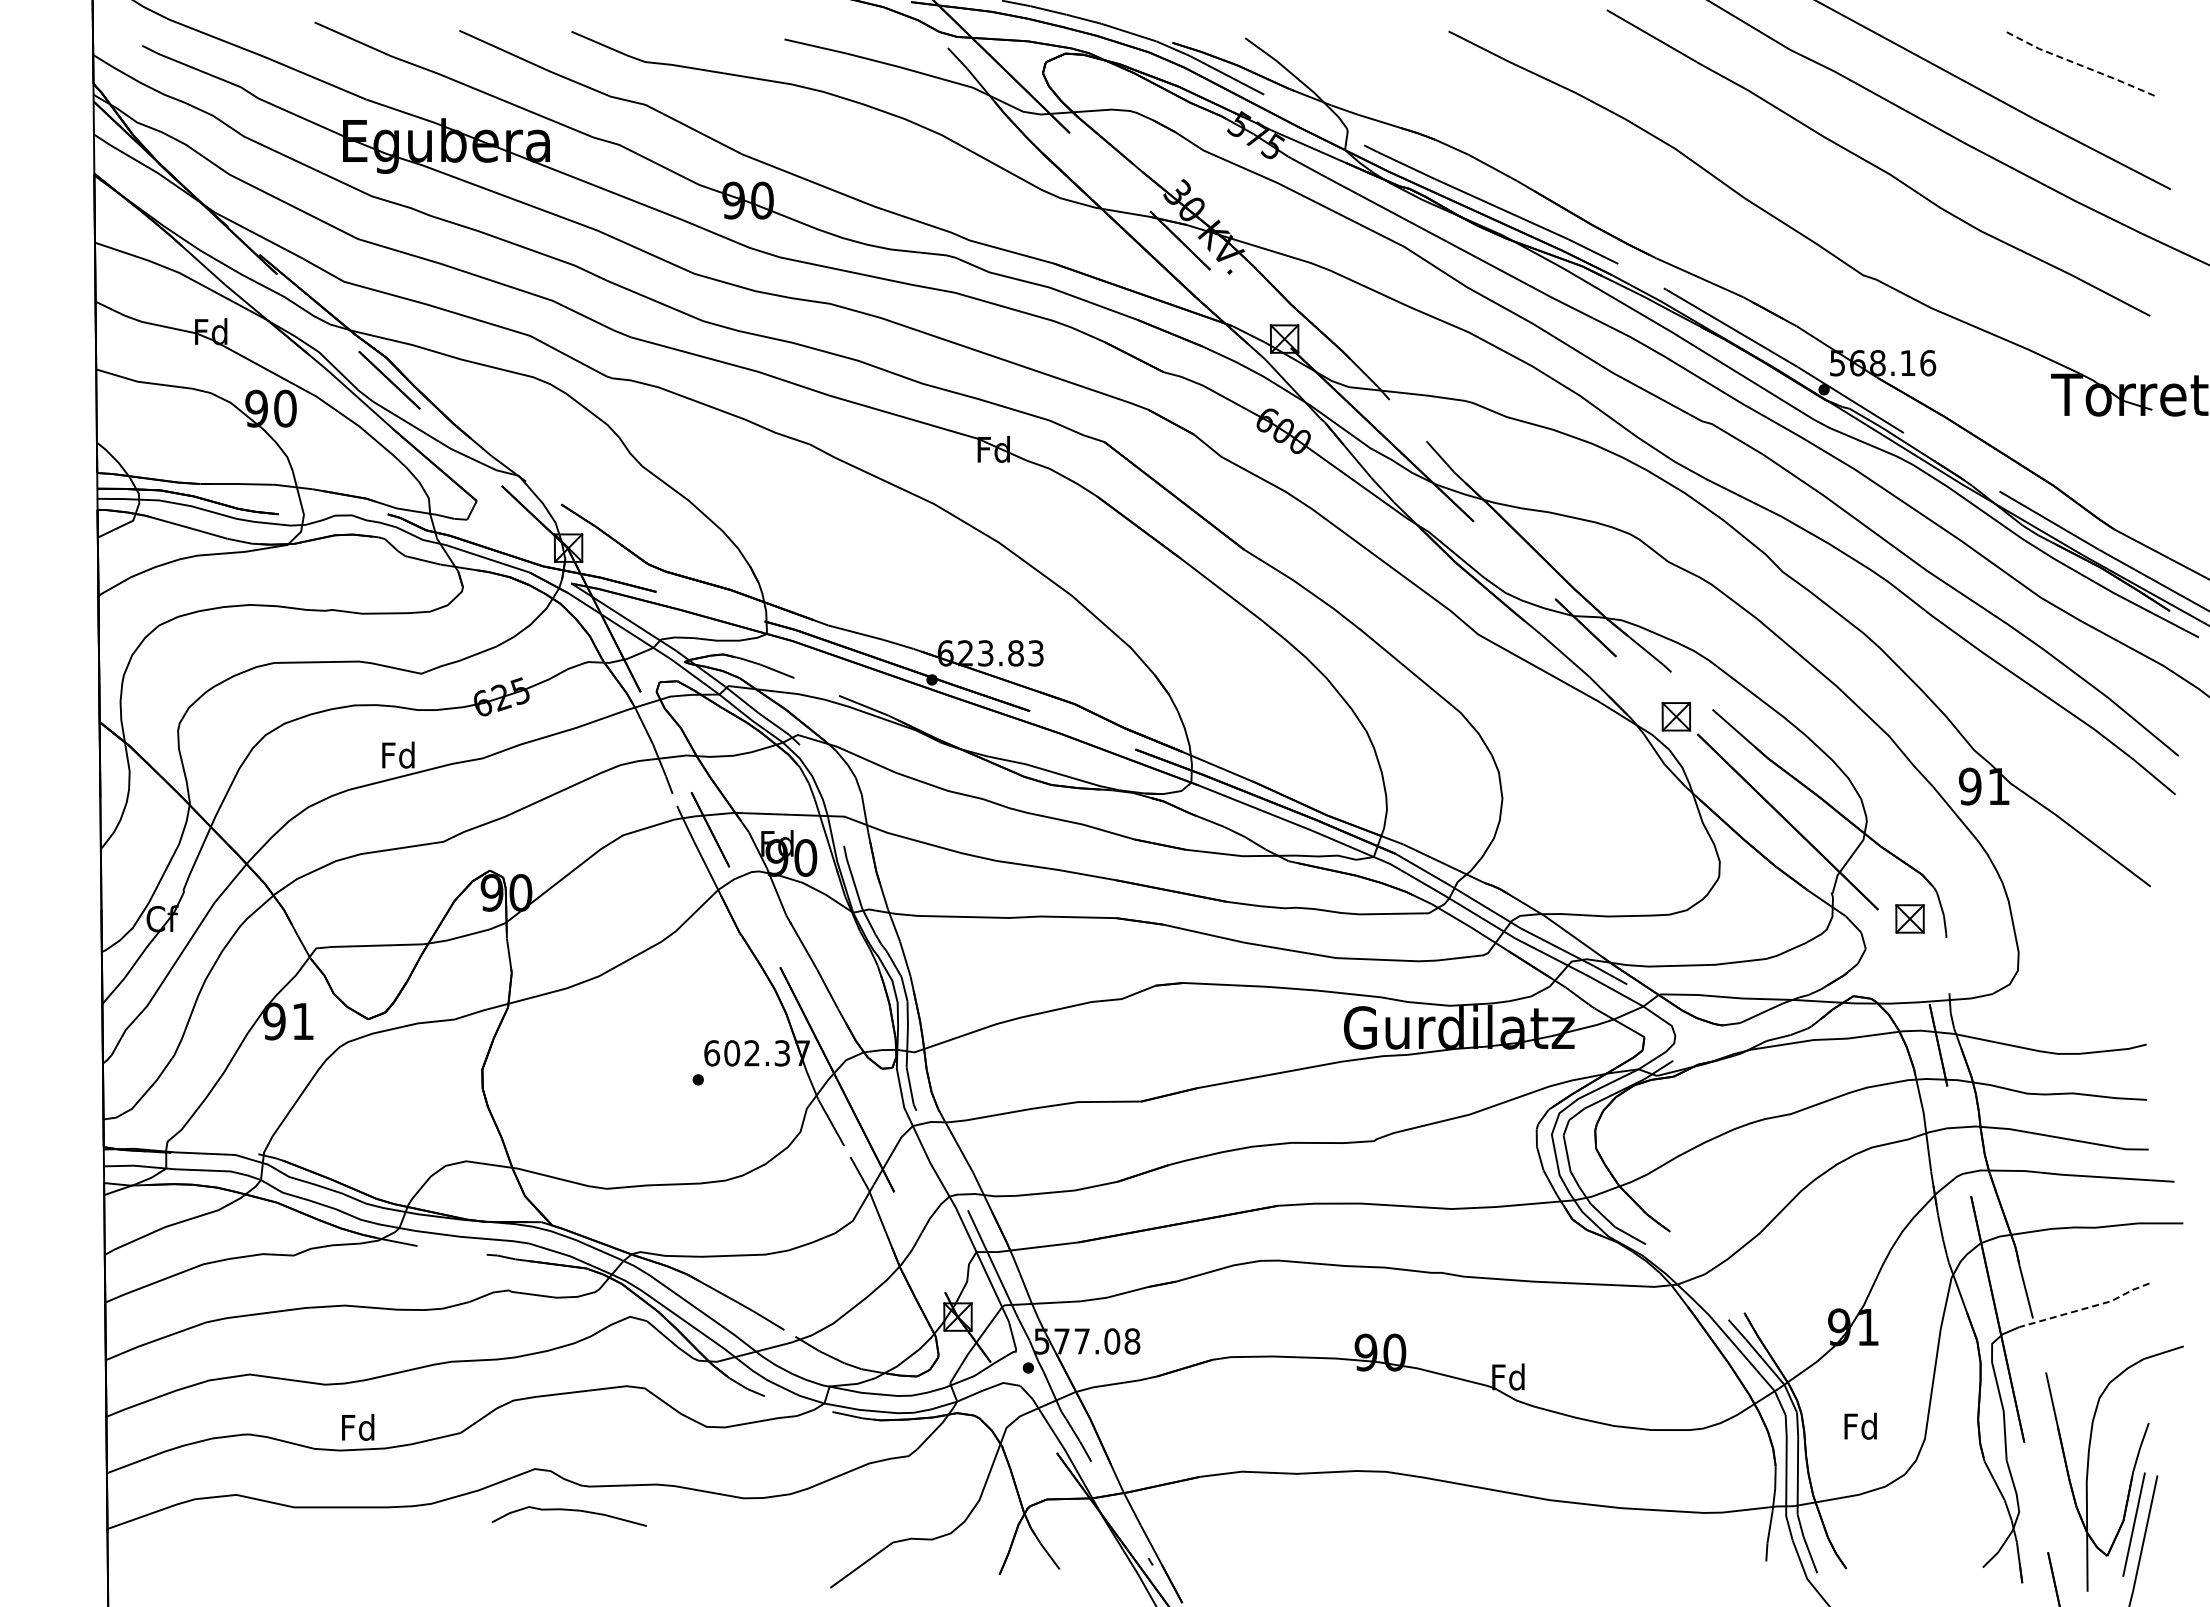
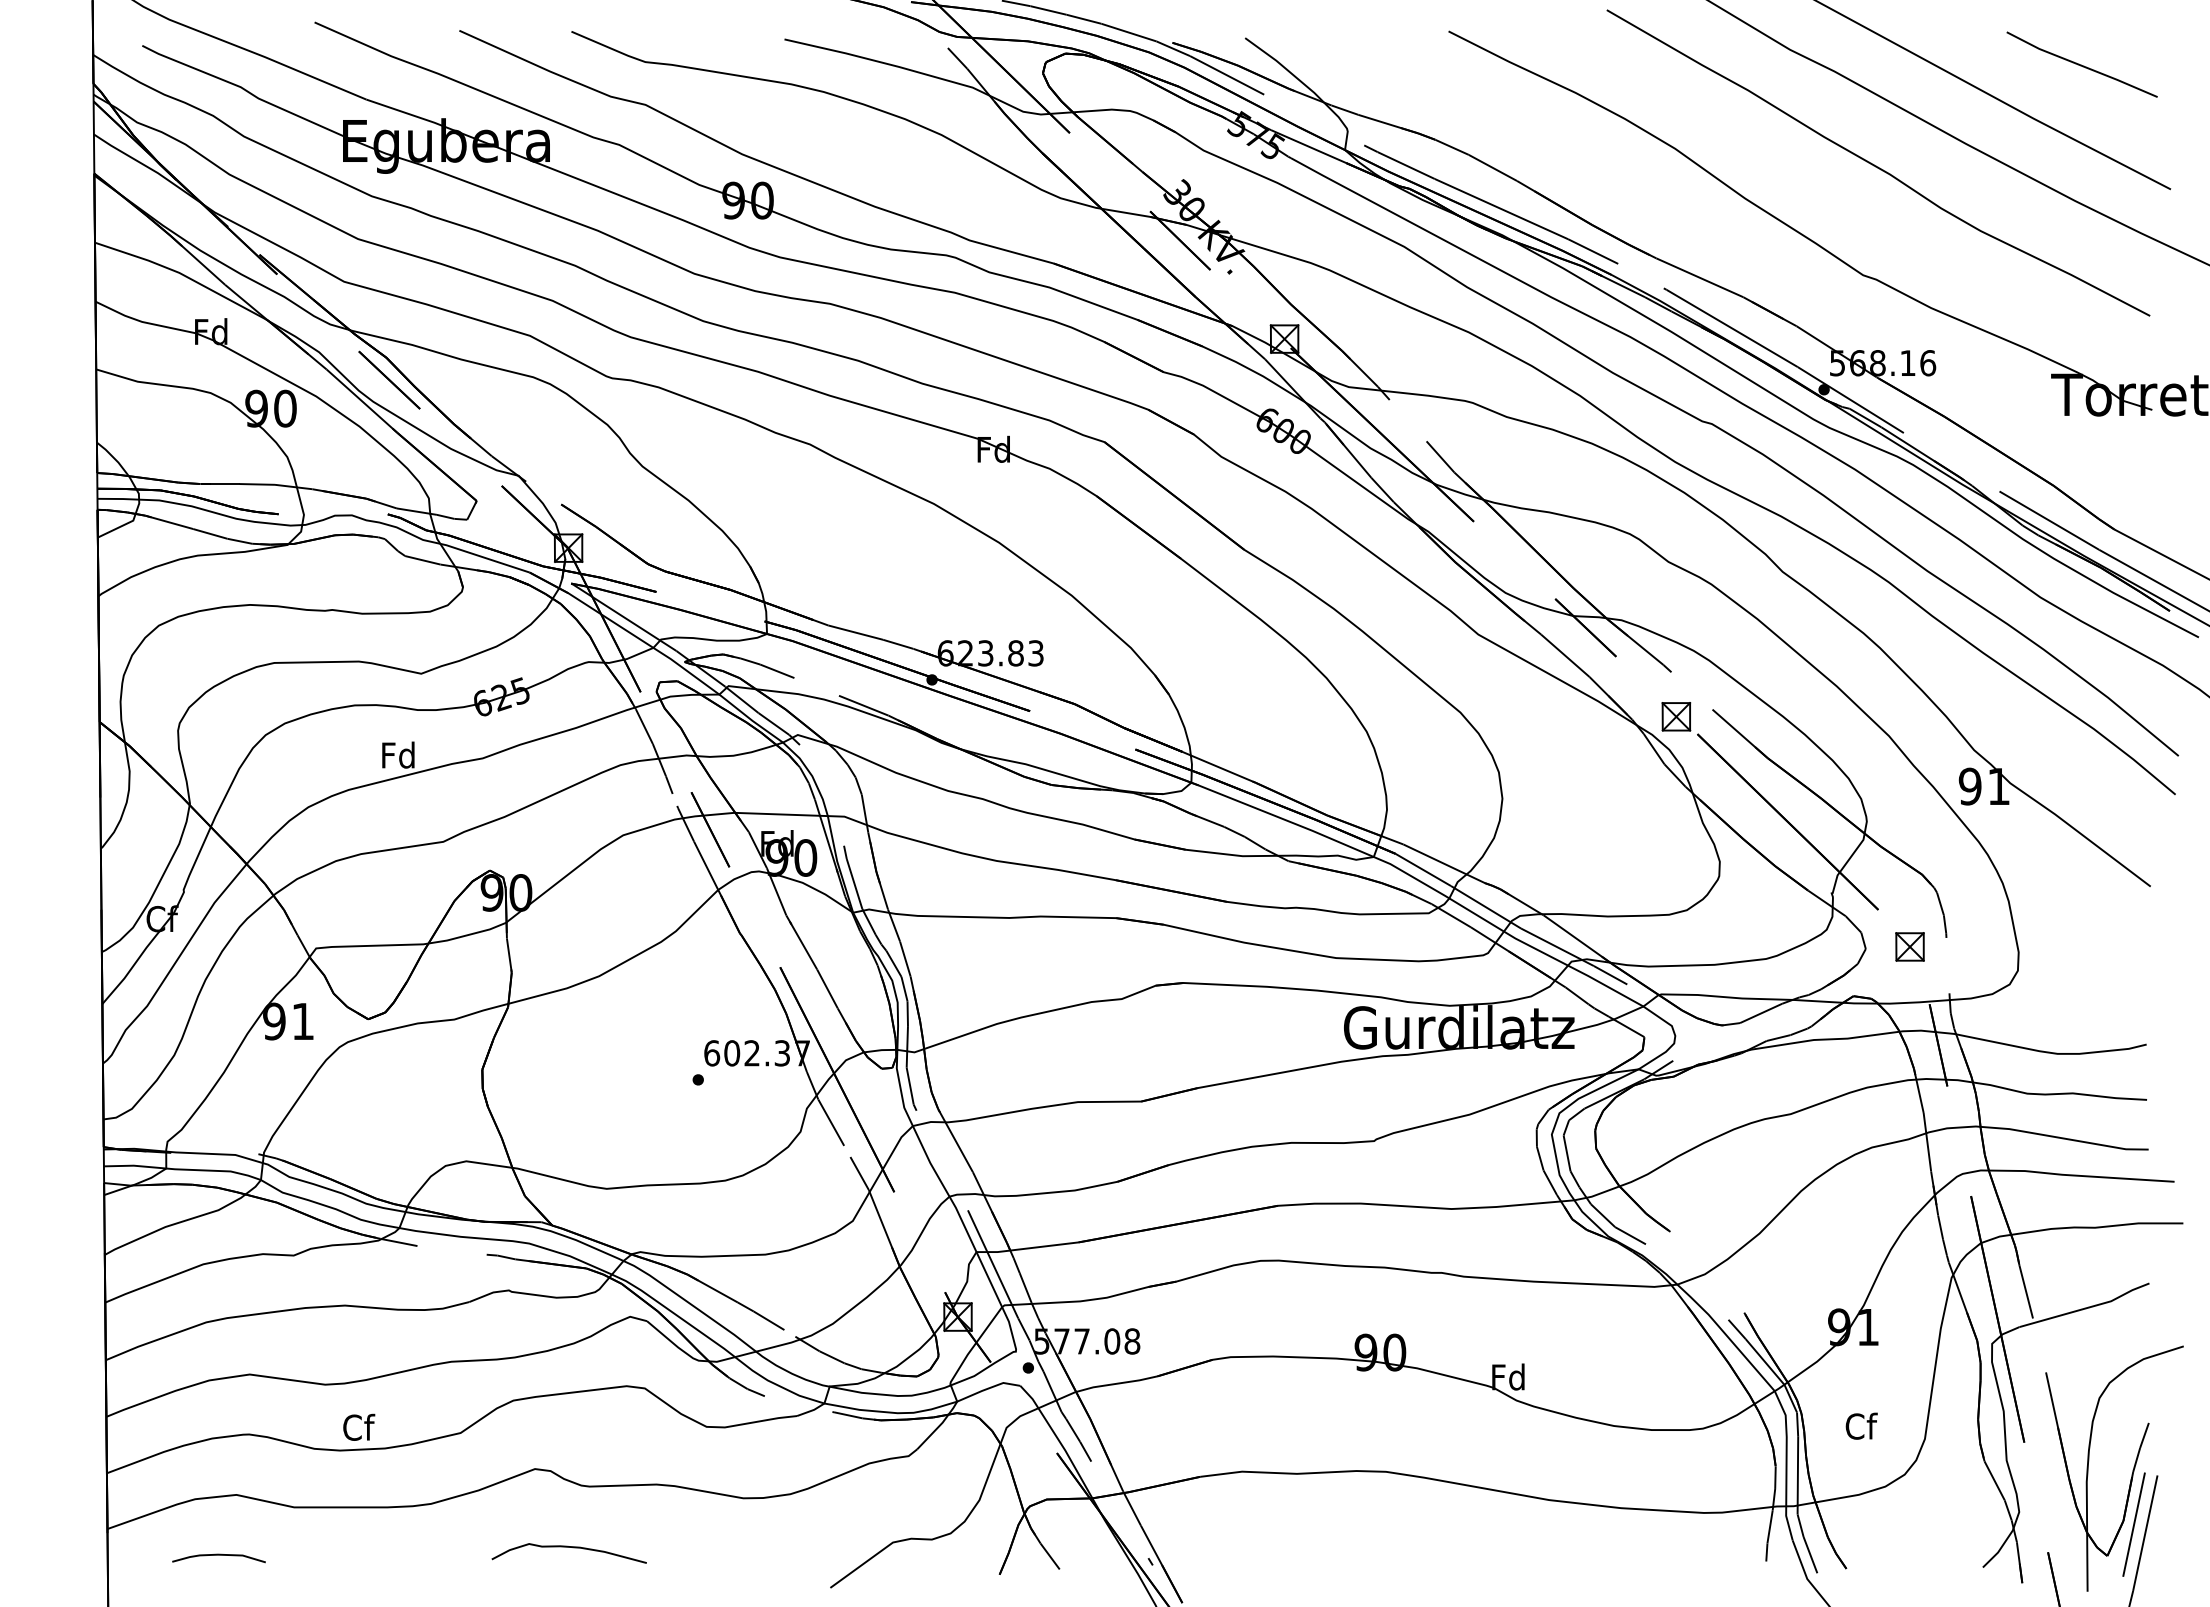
line at (2081, 65): dashed -> solid
part at (1909, 918) position: (1909, 918) -> (1909, 946)
line at (2086, 1308): dashed -> solid
text at (1860, 1425): Fd -> Cf
text at (358, 1426): Fd -> Cf
curve at (568, 1510) position: (568, 1510) -> (568, 1547)
curve at (218, 1555): none -> present
